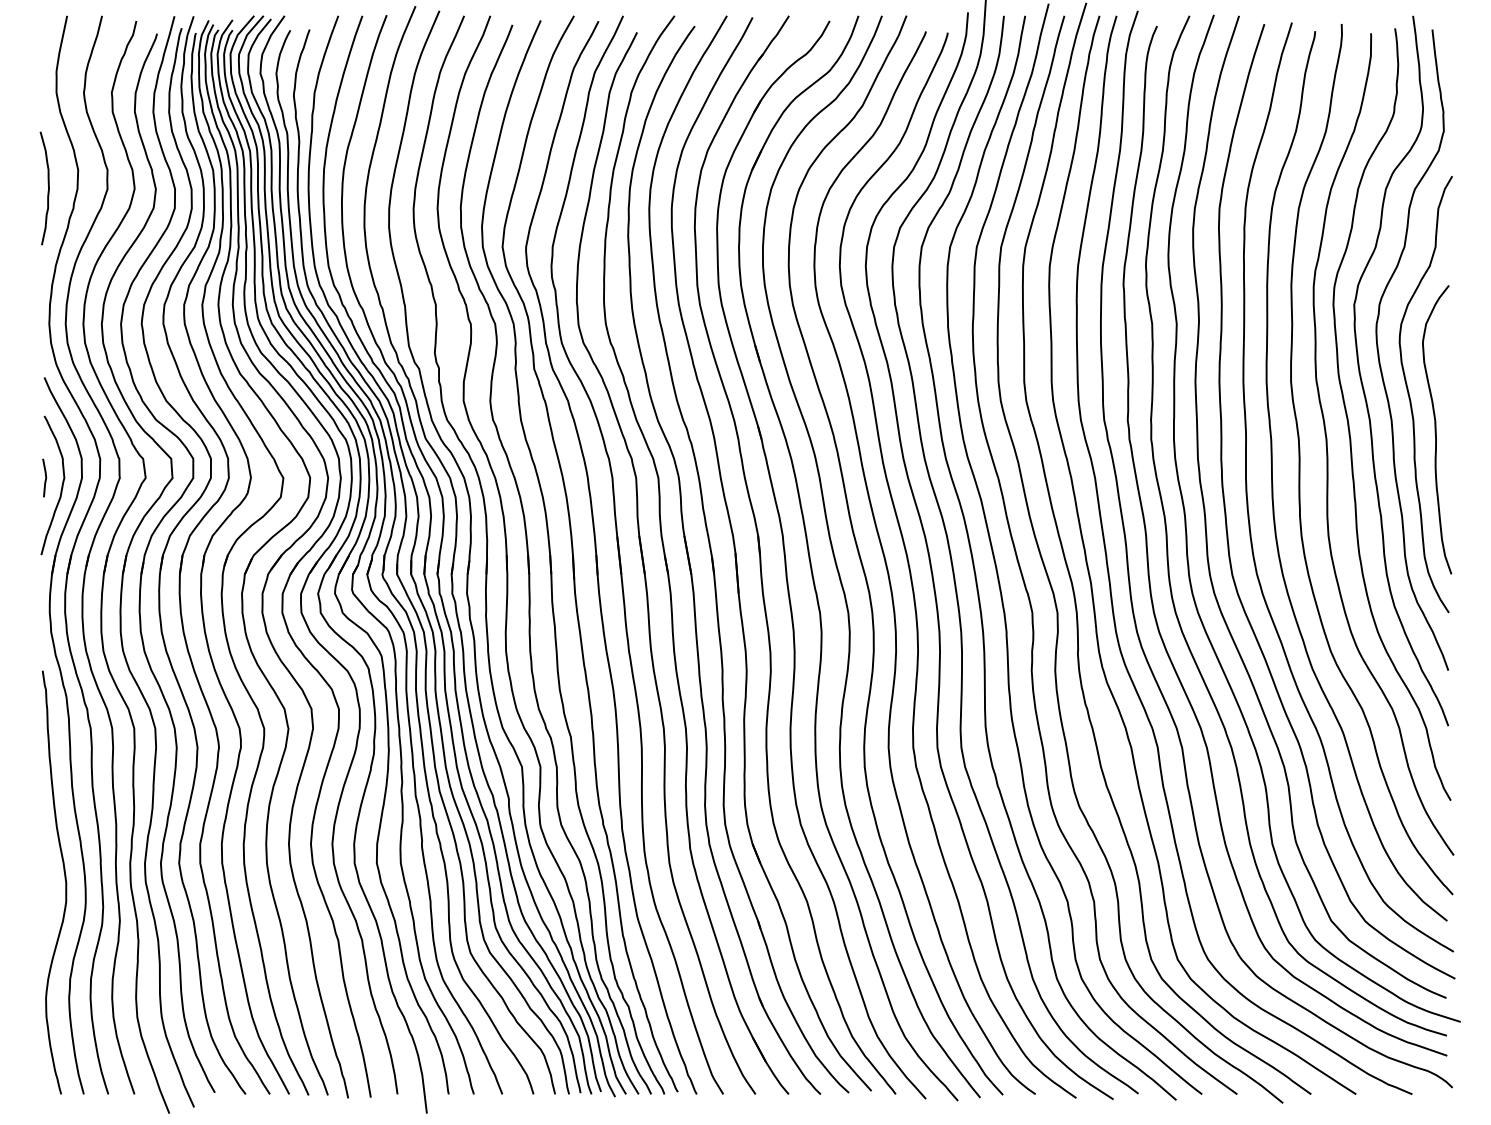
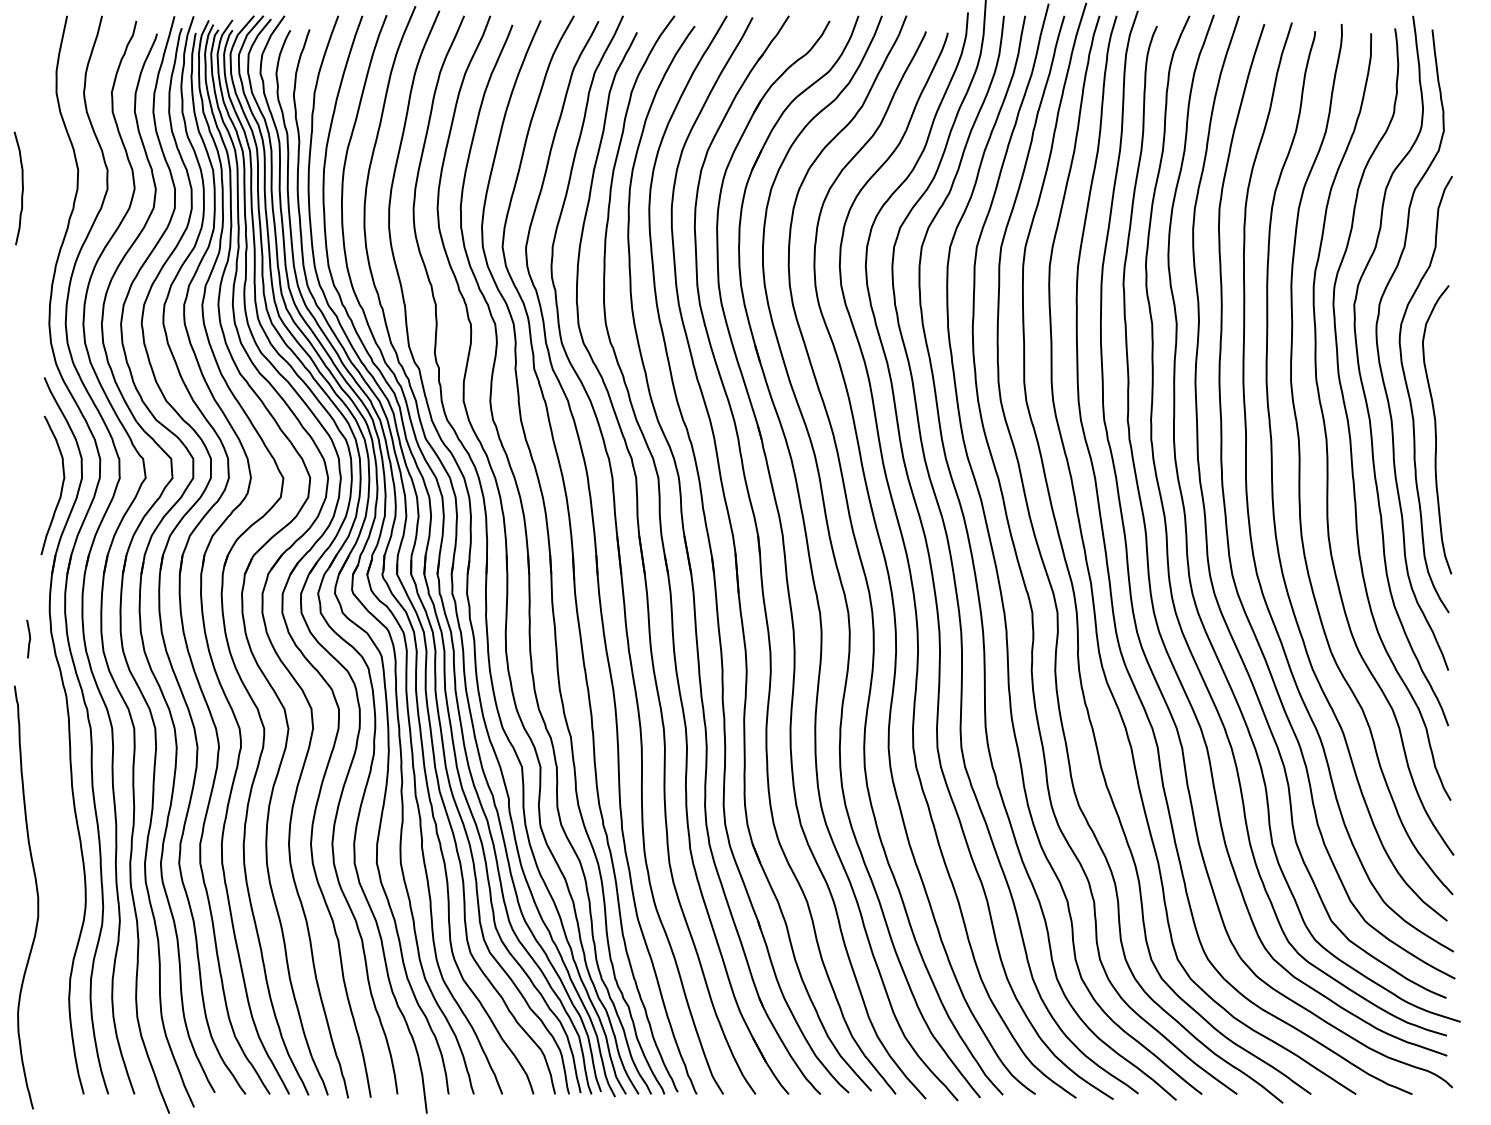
curve at (48, 188) position: (48, 188) -> (22, 188)
line at (45, 477) position: (45, 477) -> (29, 638)
curve at (64, 879) position: (64, 879) -> (36, 894)
